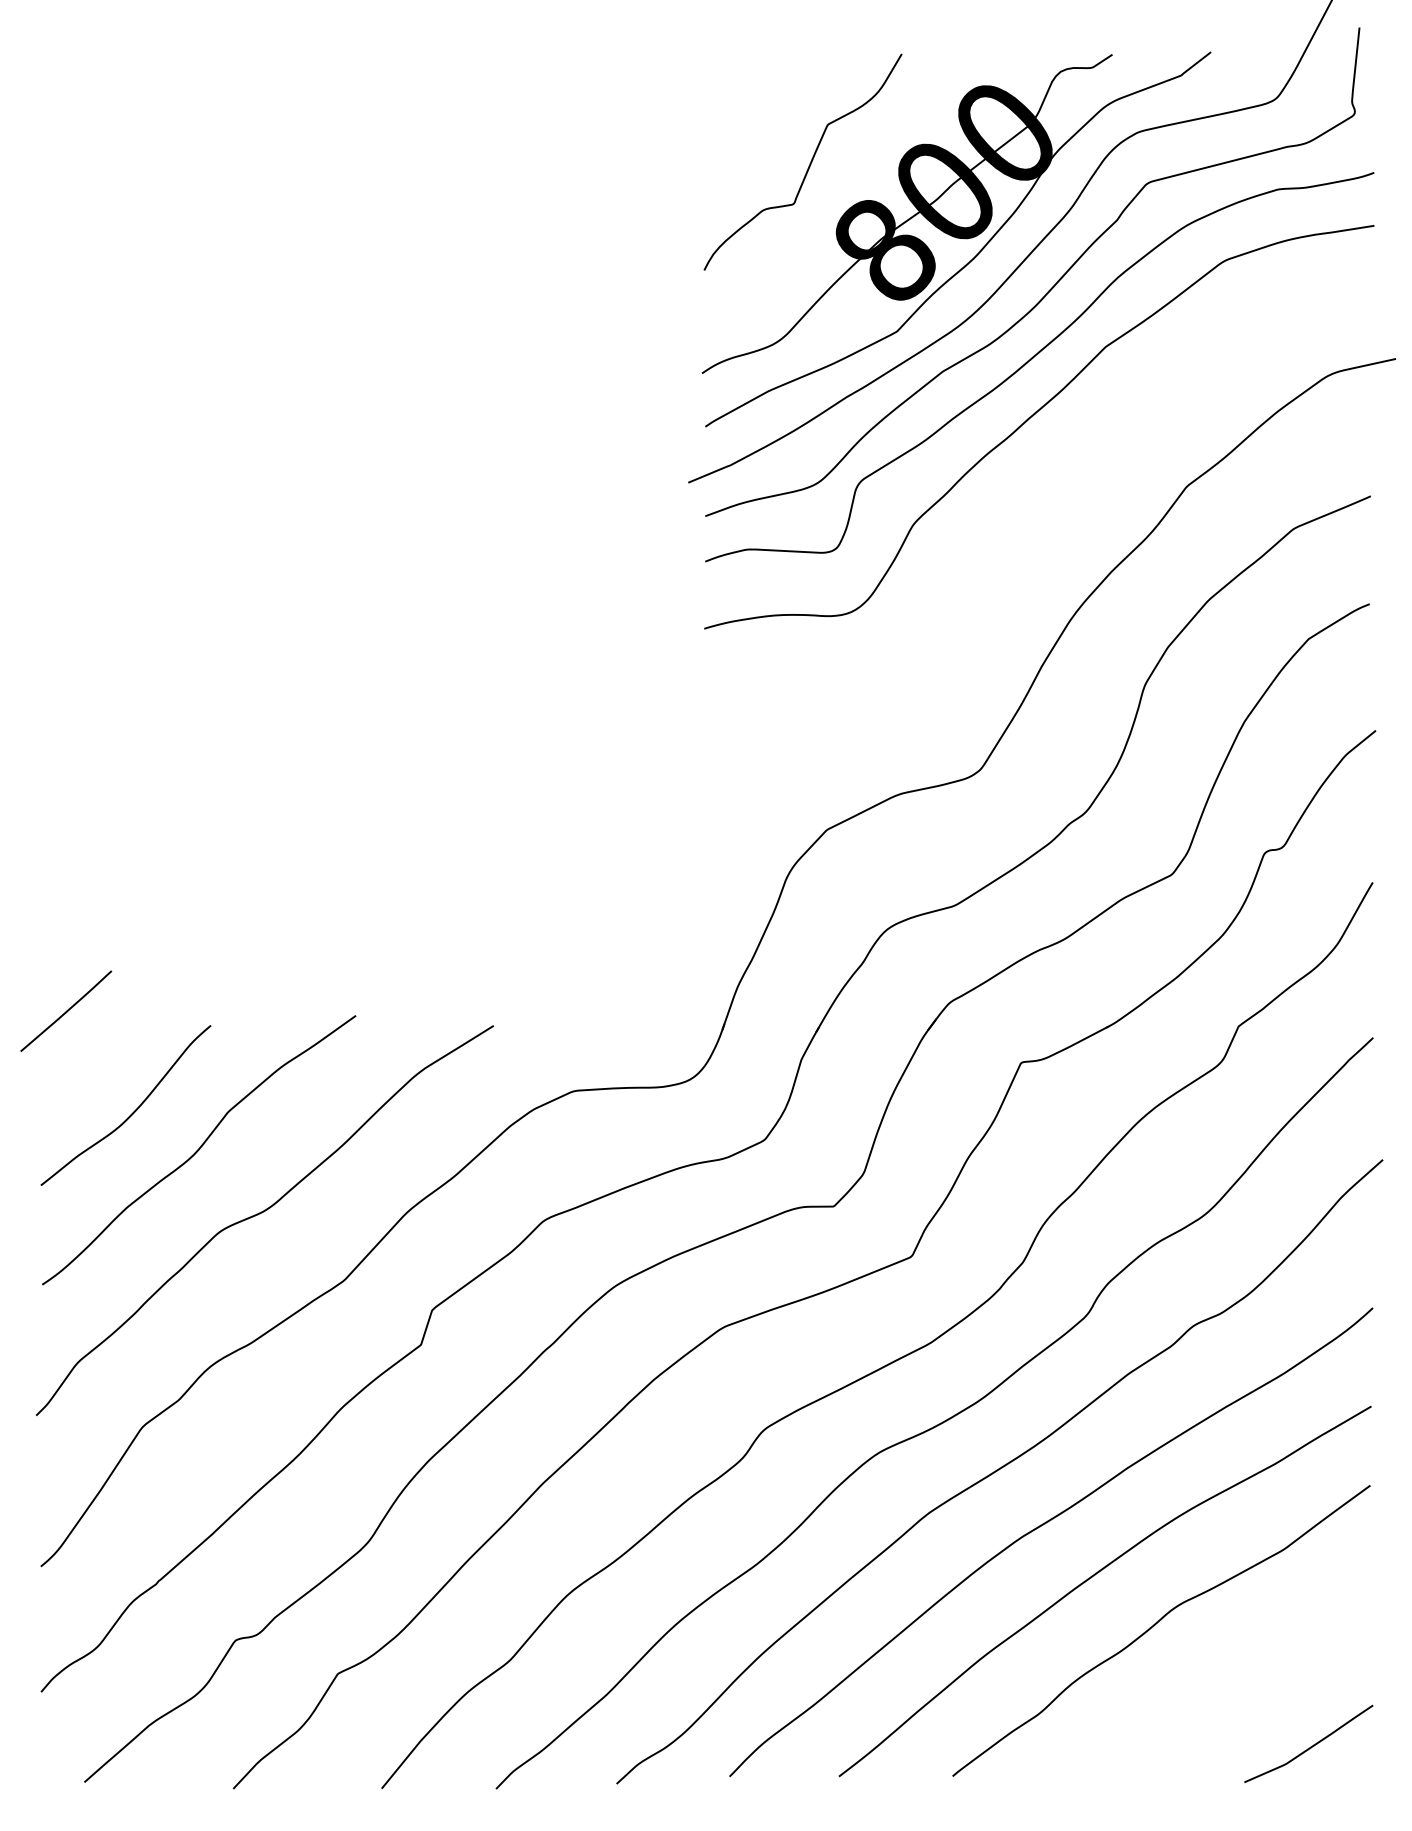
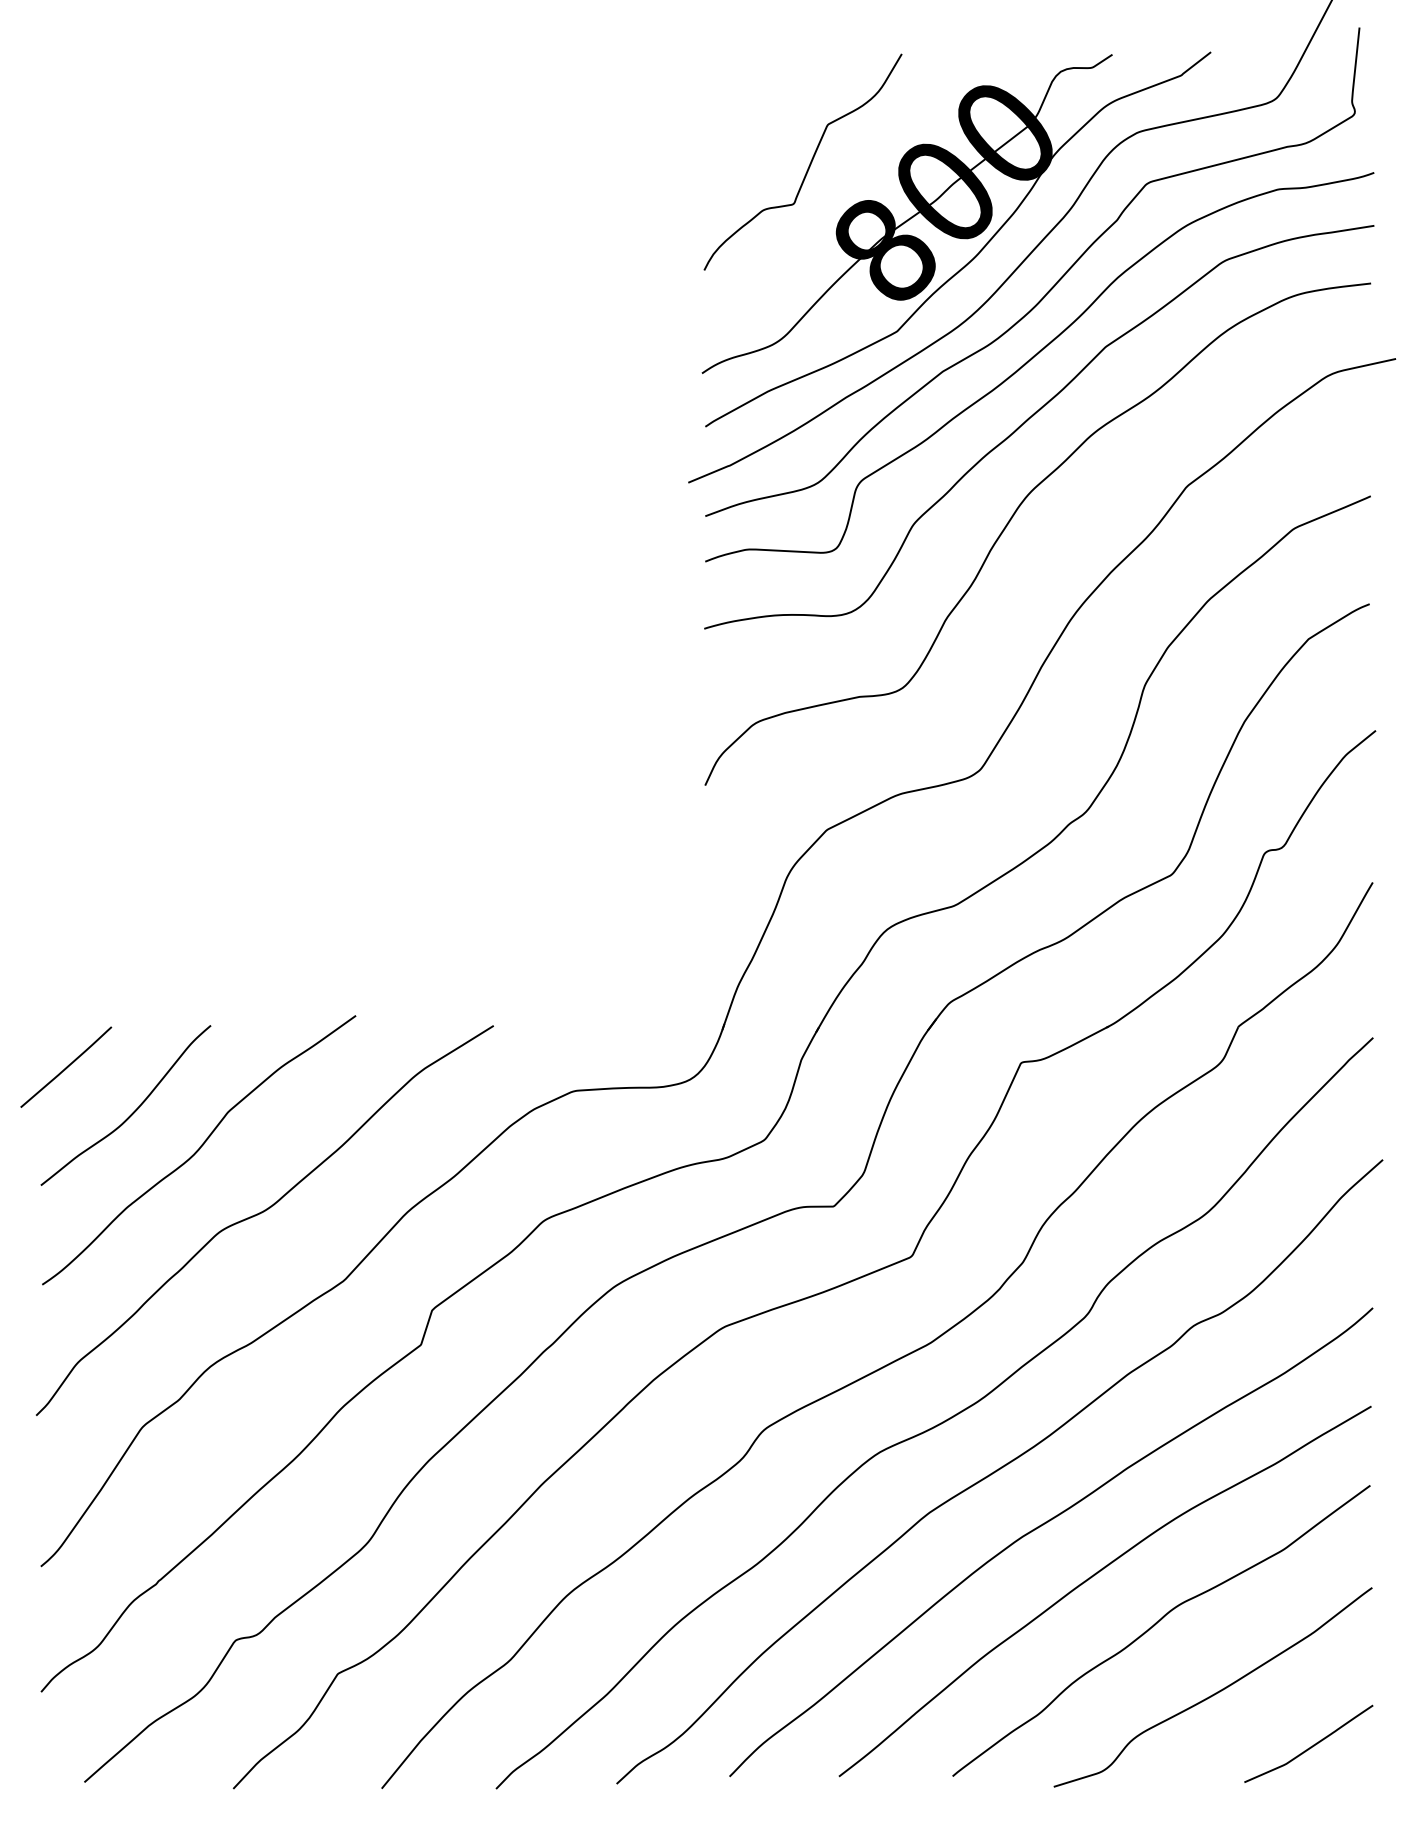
curve at (1012, 518): none -> present
line at (66, 1010) position: (66, 1010) -> (66, 1066)
curve at (1215, 1692): none -> present
